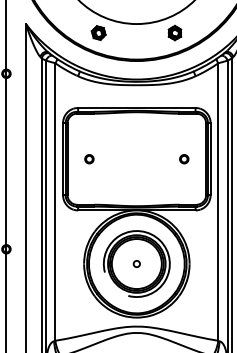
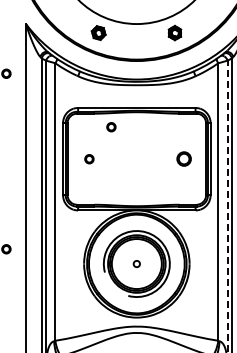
part at (111, 127): none -> present
part at (184, 159) size: 11x11 px -> 16x16 px
line at (6, 175): present -> none
line at (227, 206): solid -> dashed
